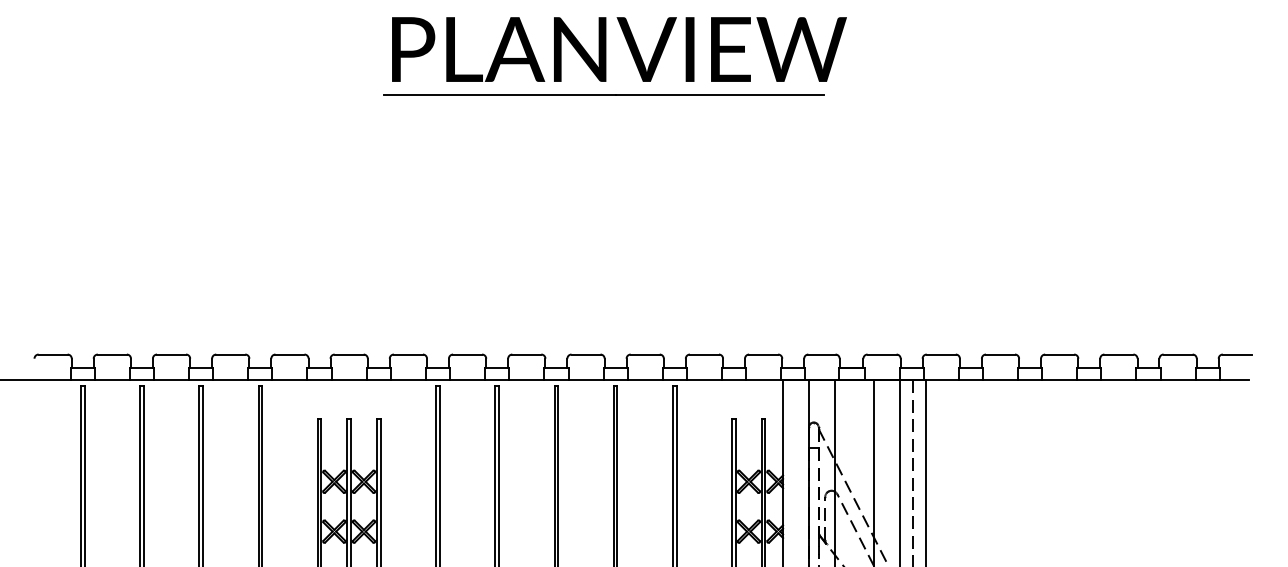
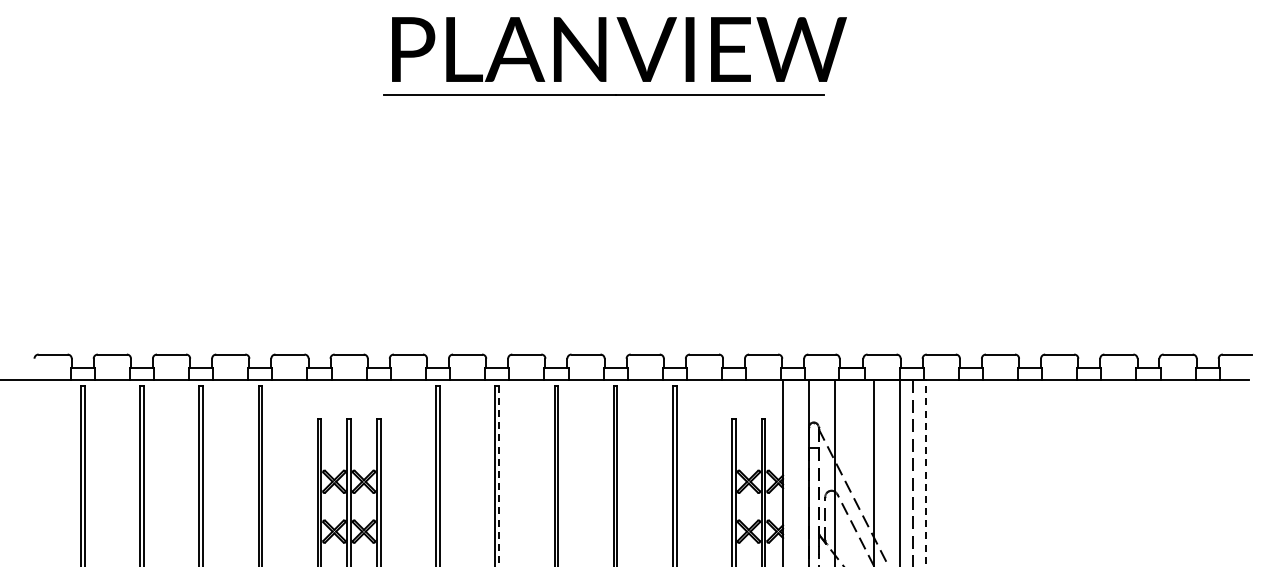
line at (925, 473): solid -> dashed
line at (499, 476): solid -> dashed
